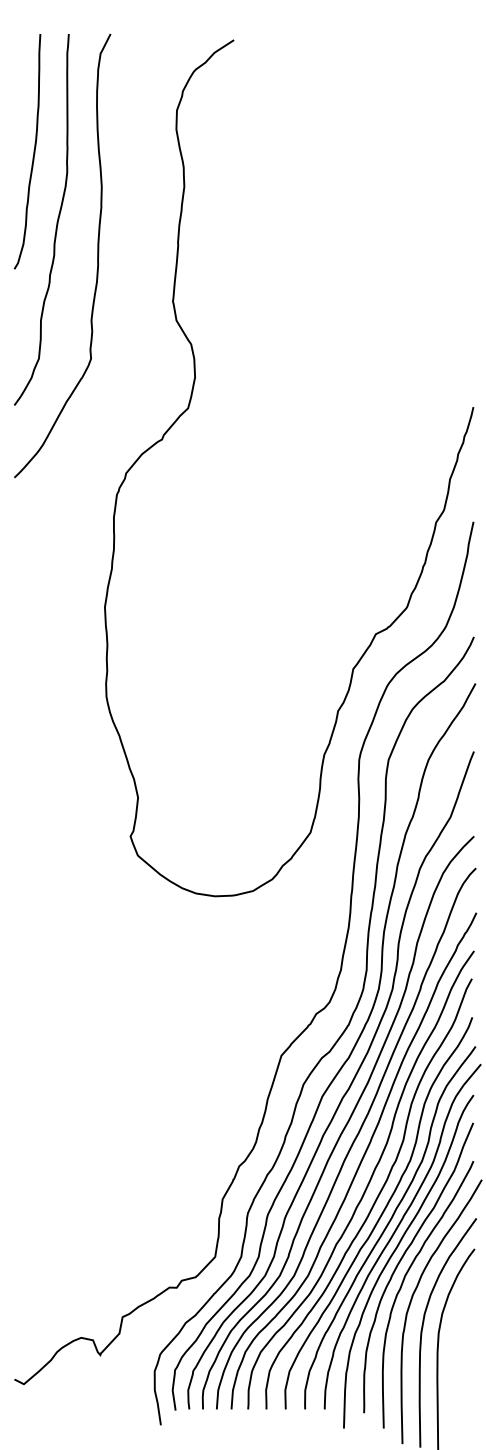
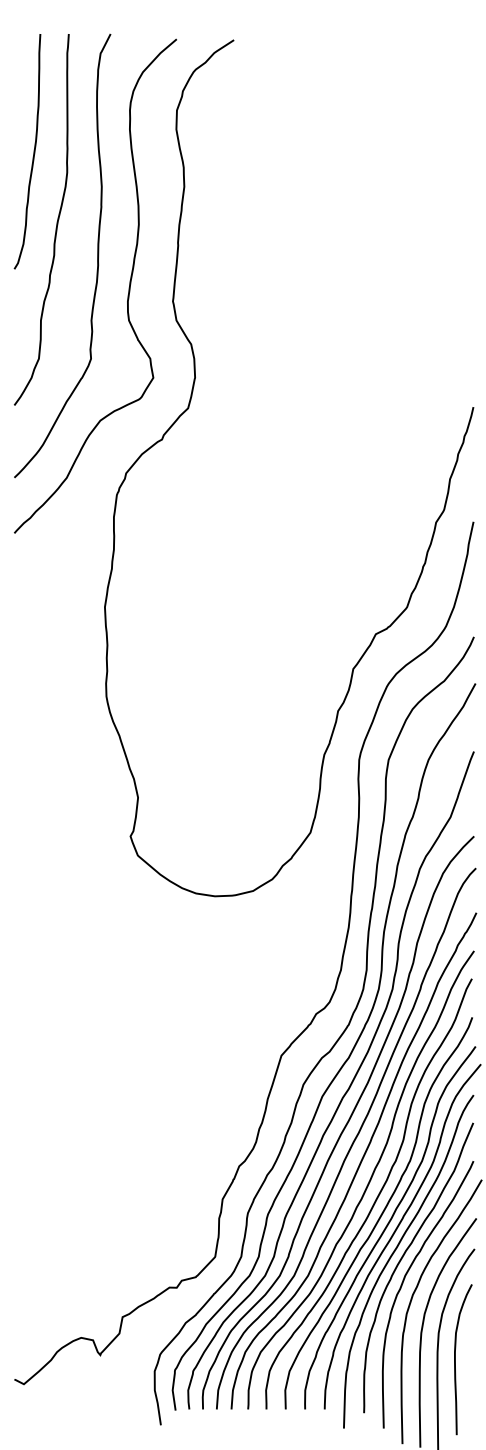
curve at (128, 287): none -> present
curve at (455, 1359): none -> present
